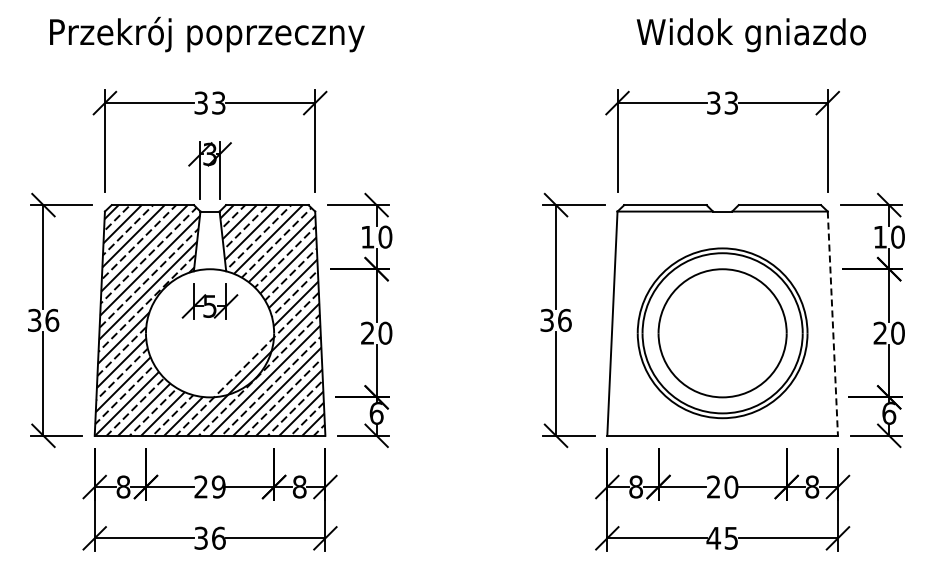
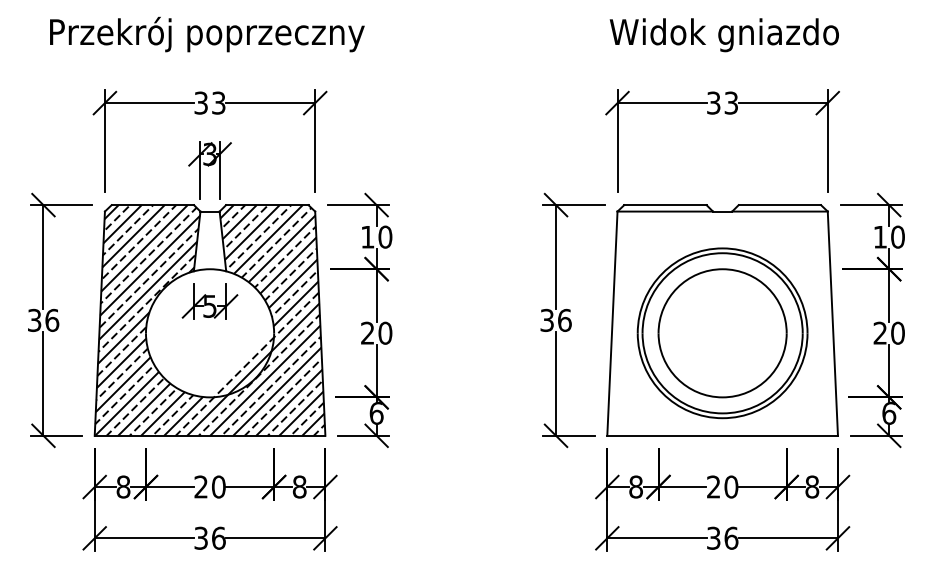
text at (750, 35) position: (750, 35) -> (723, 35)
line at (832, 324): dashed -> solid
text at (218, 486): 29 -> 20
text at (722, 537): 45 -> 36
